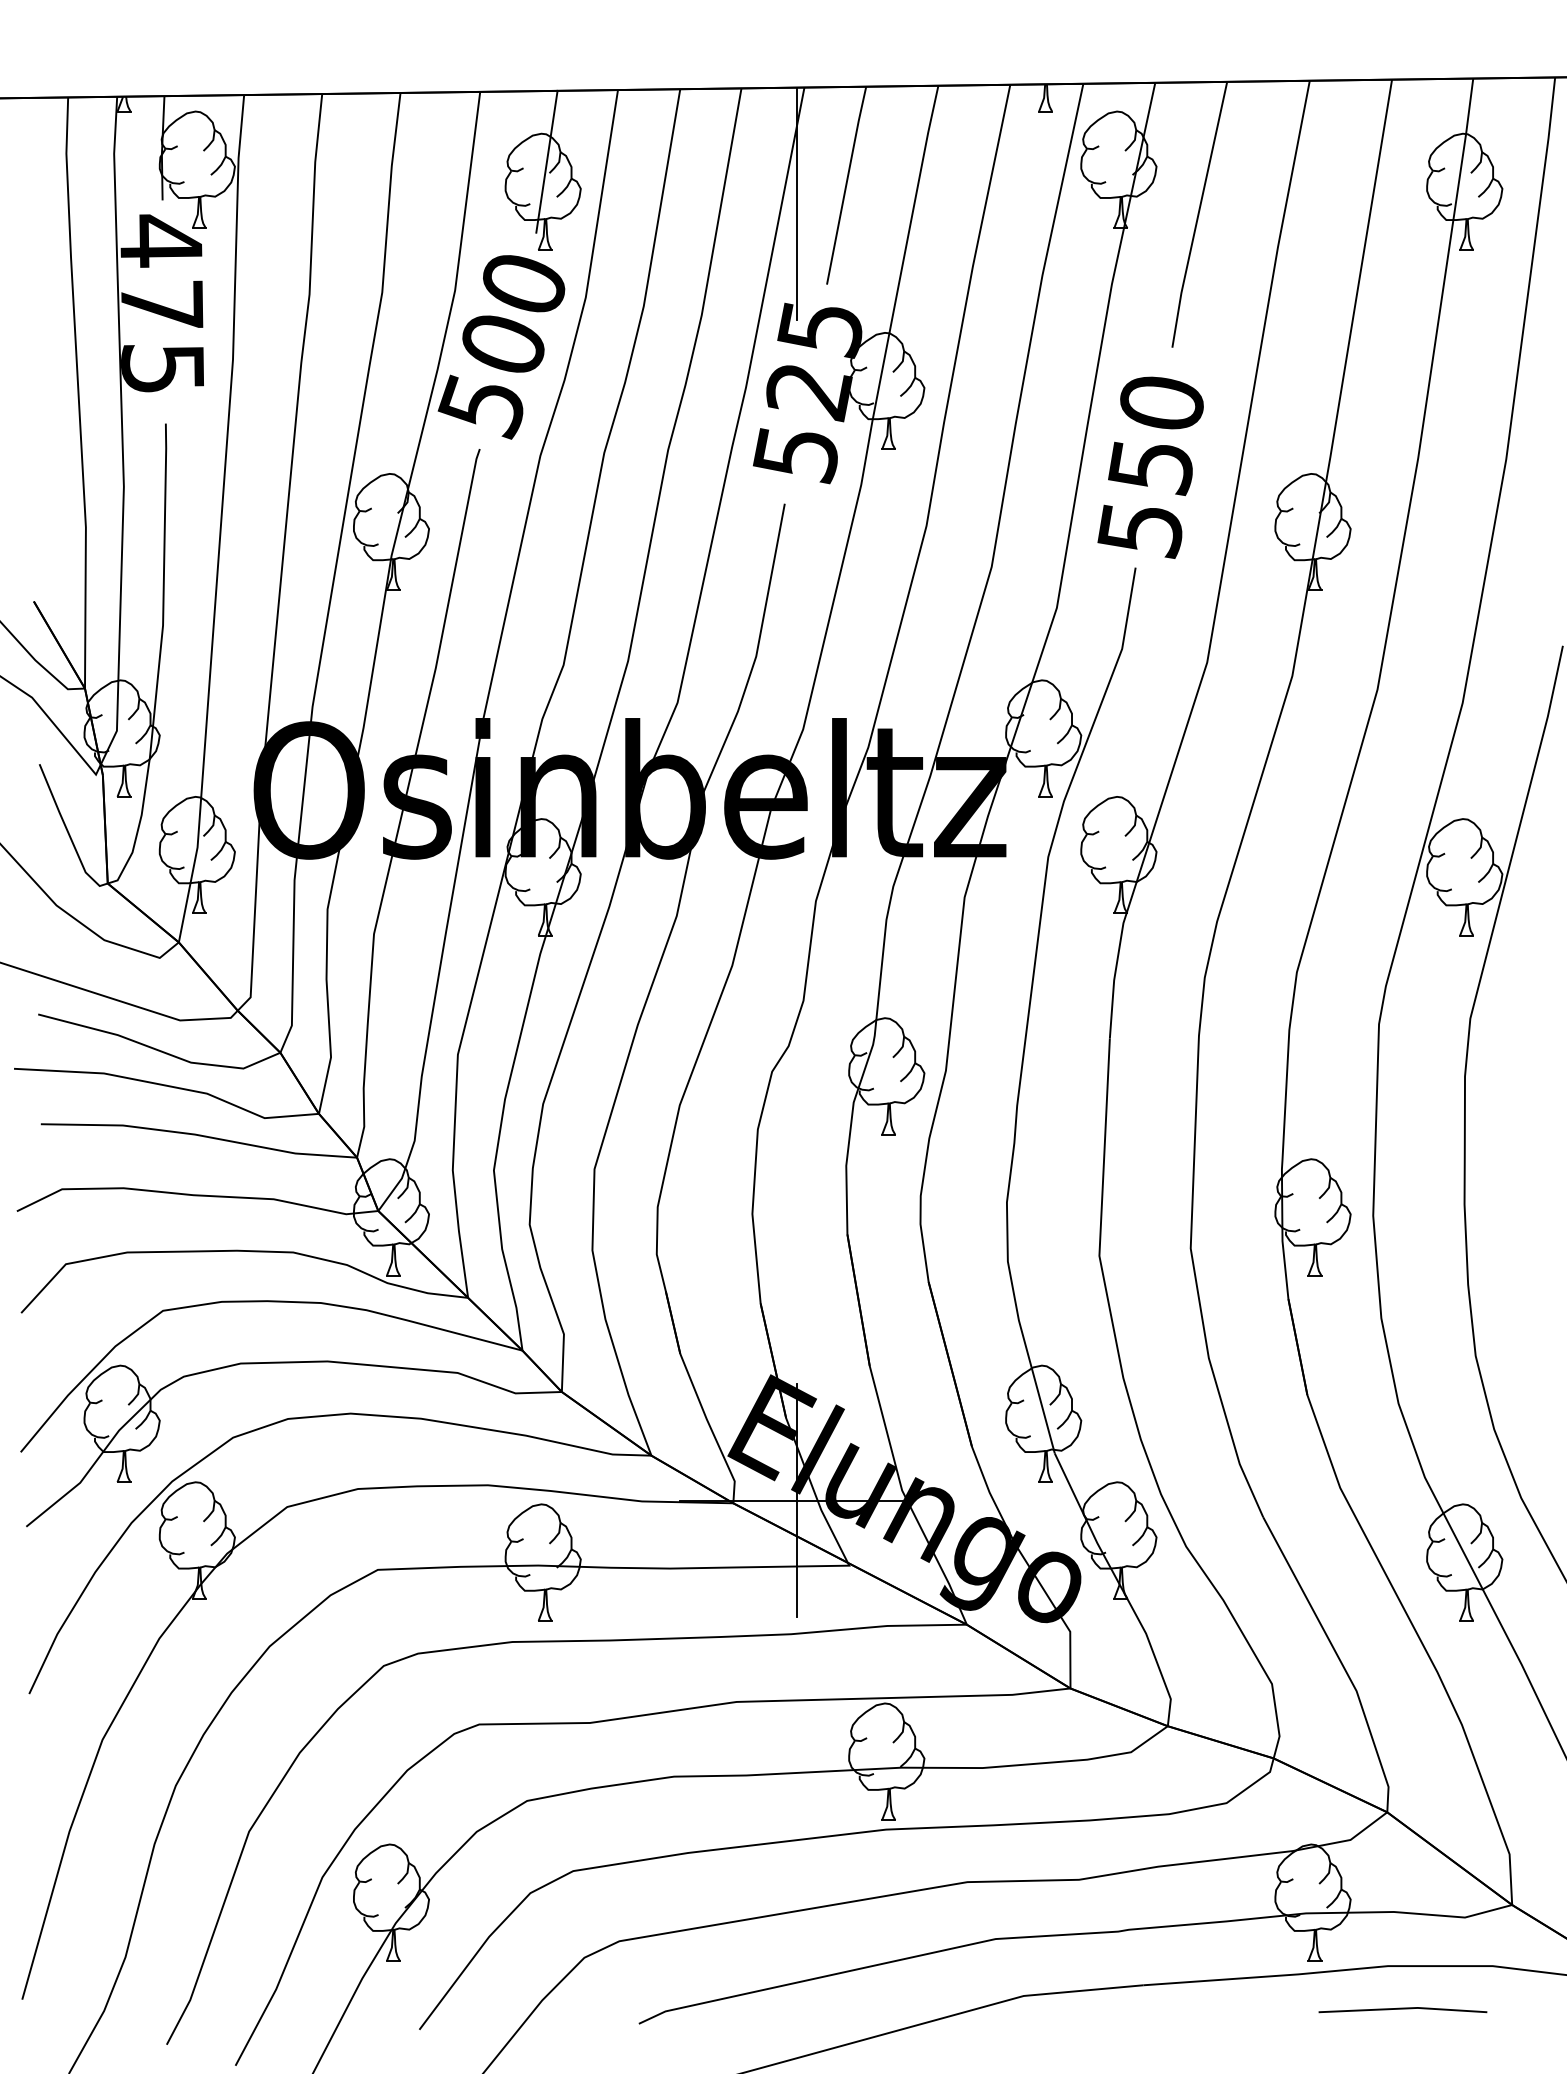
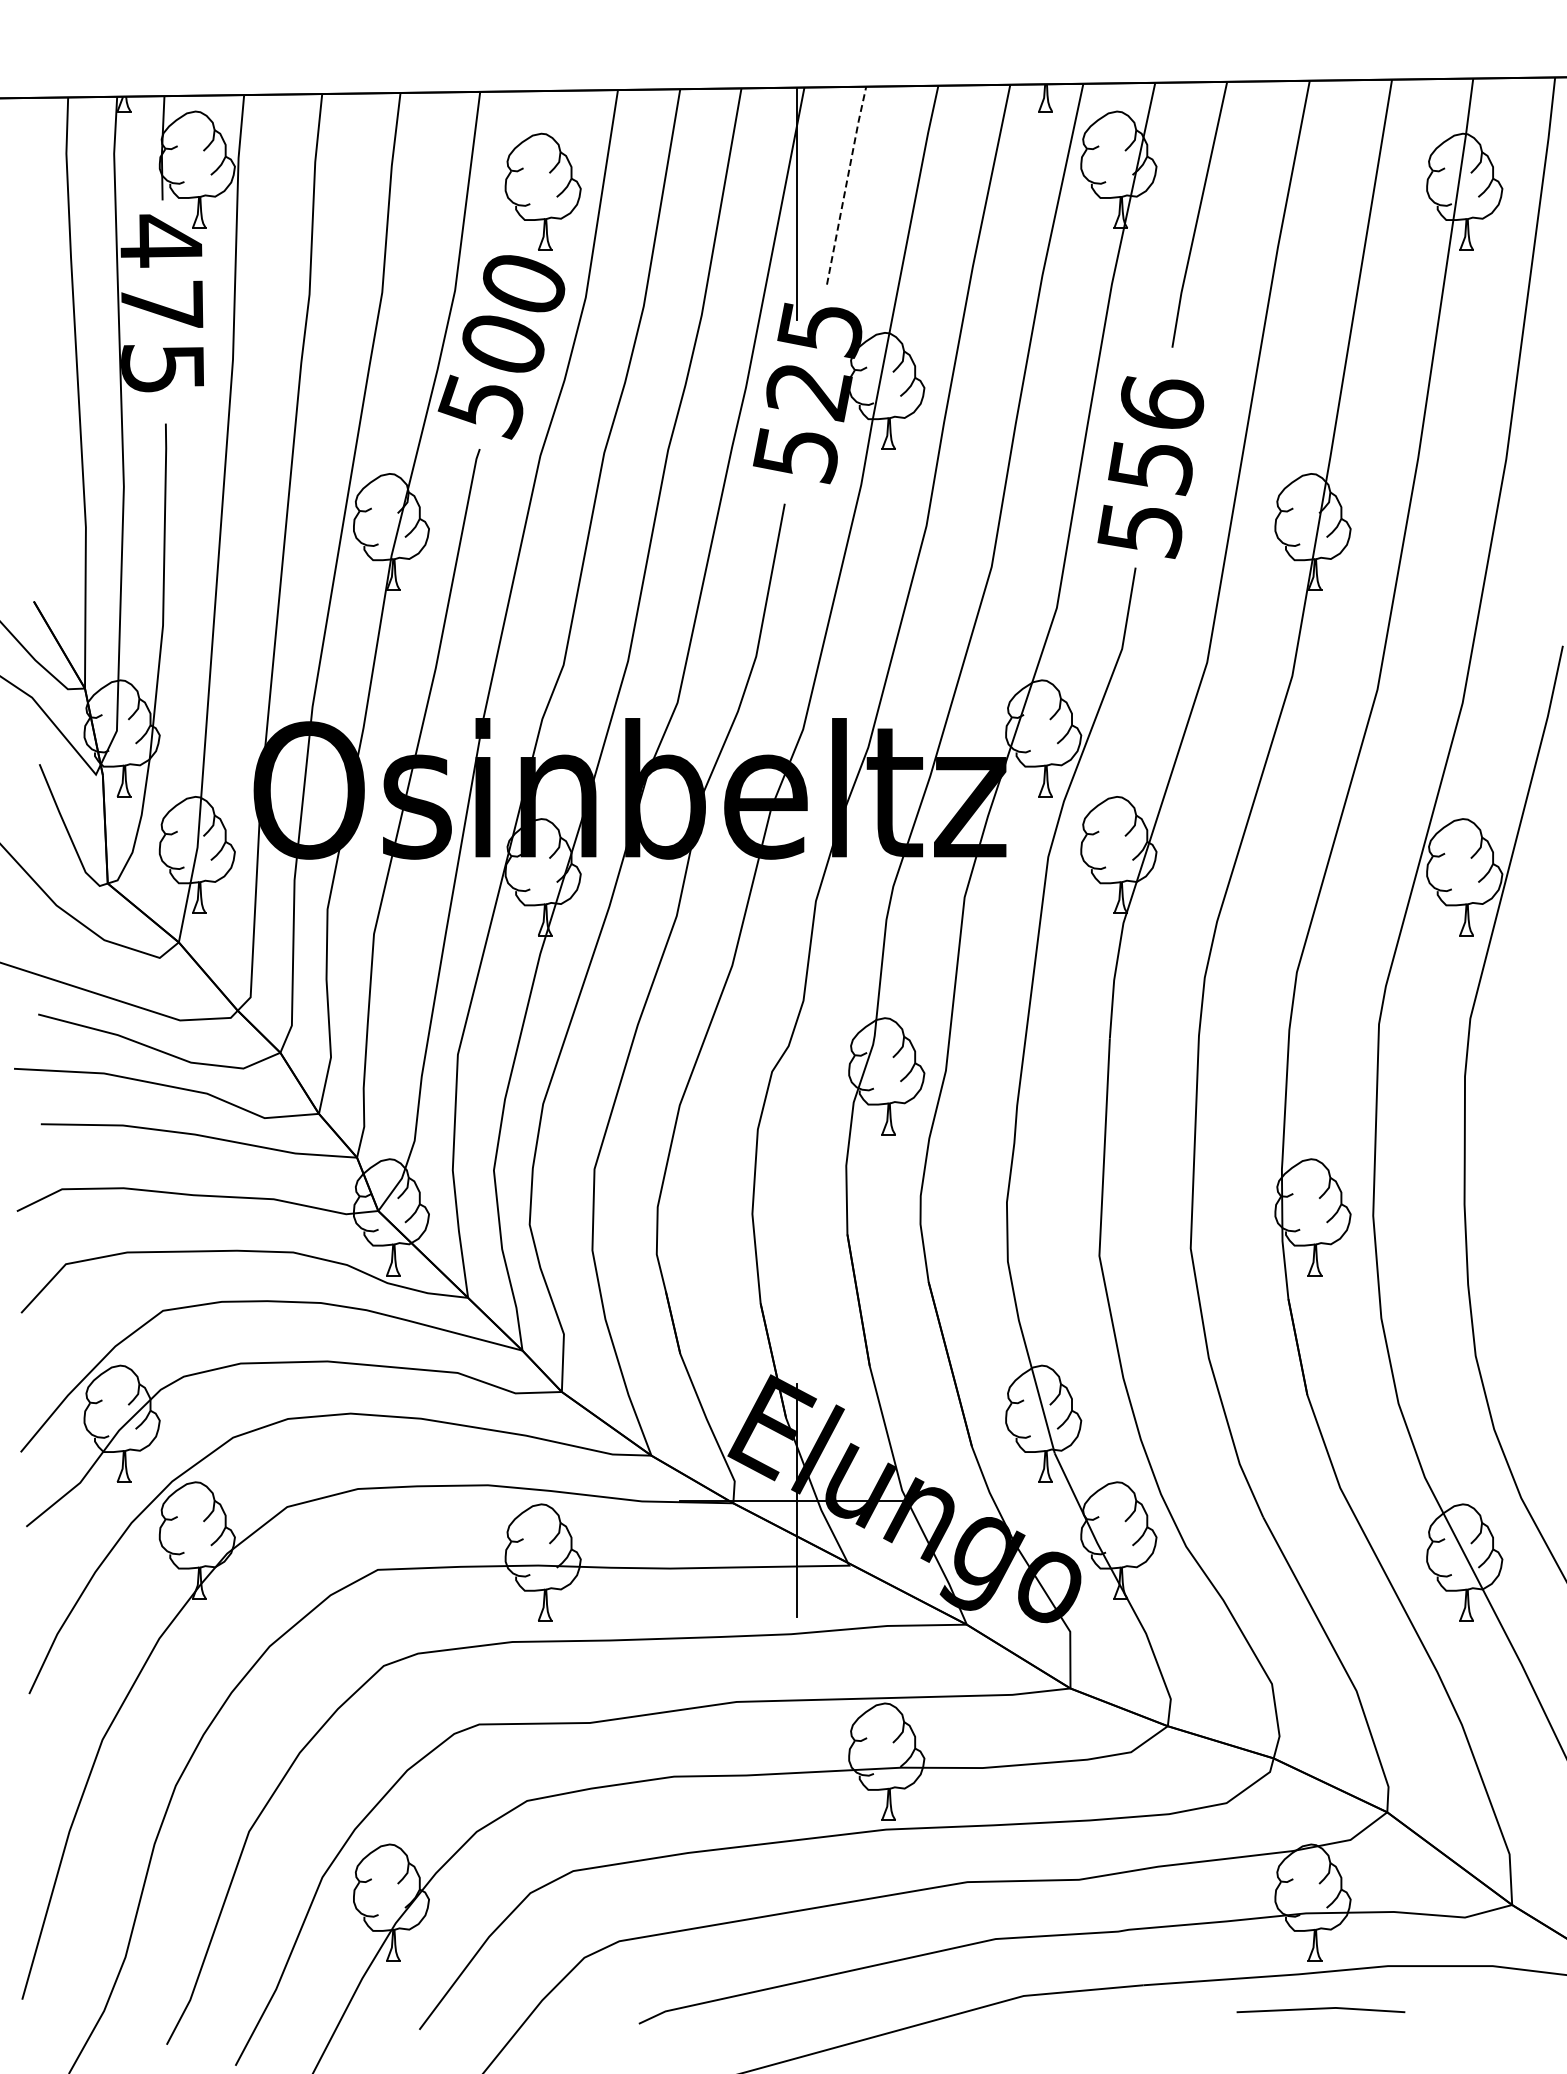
line at (546, 161): present -> none
line at (846, 184): solid -> dashed
text at (1162, 402): 550 -> 556
line at (1402, 2009) position: (1402, 2009) -> (1320, 2009)
